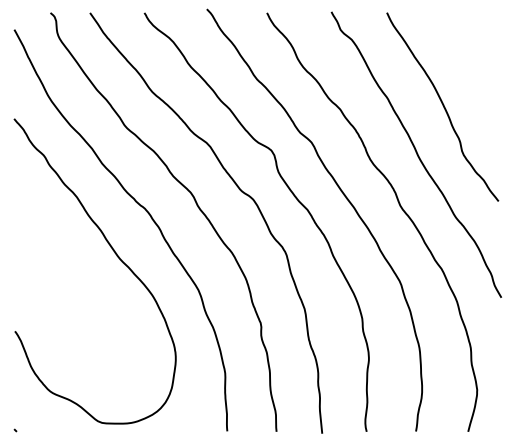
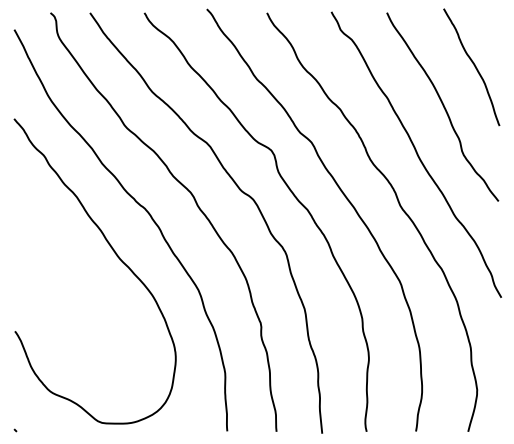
curve at (473, 65): none -> present
